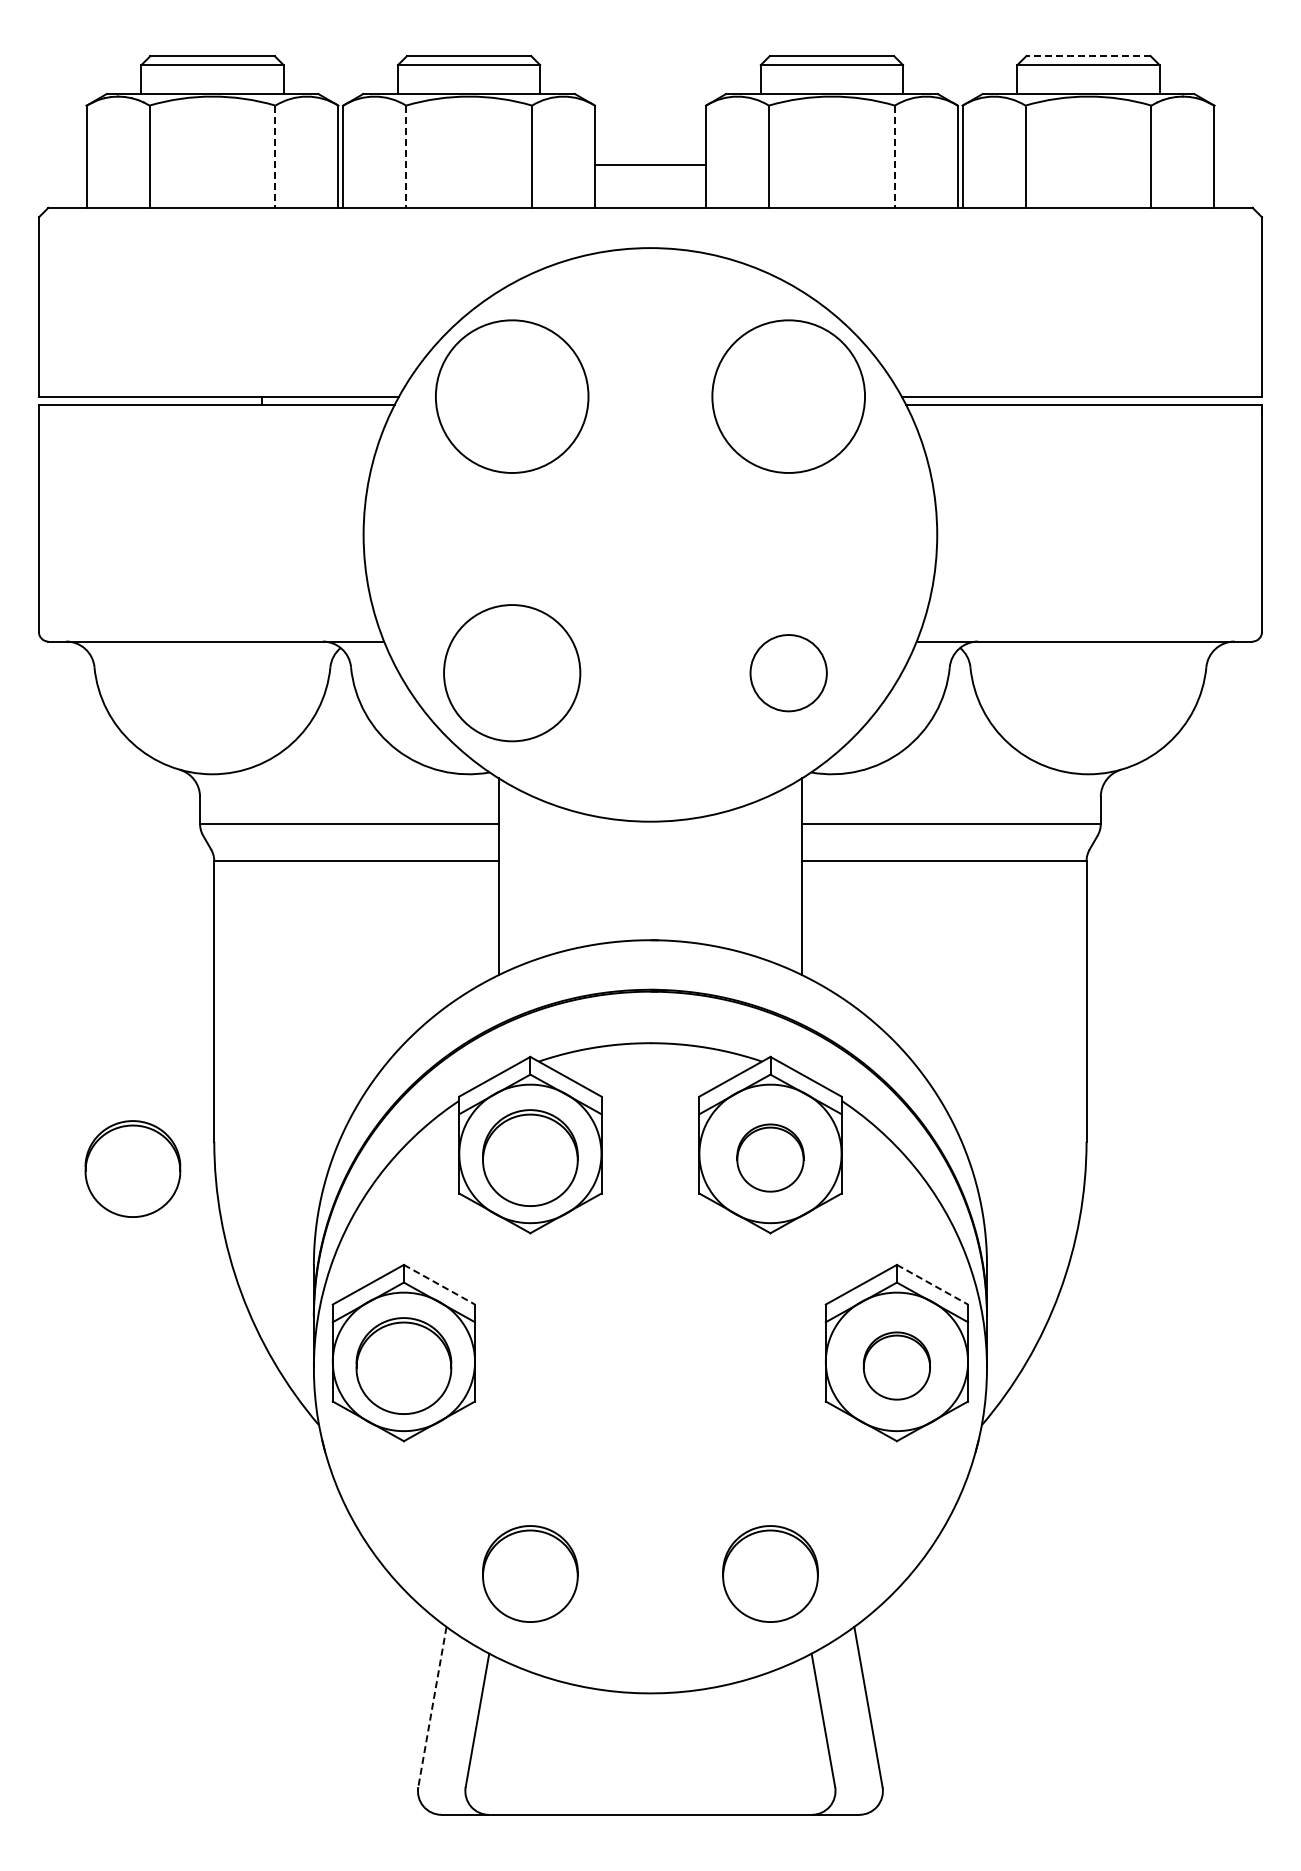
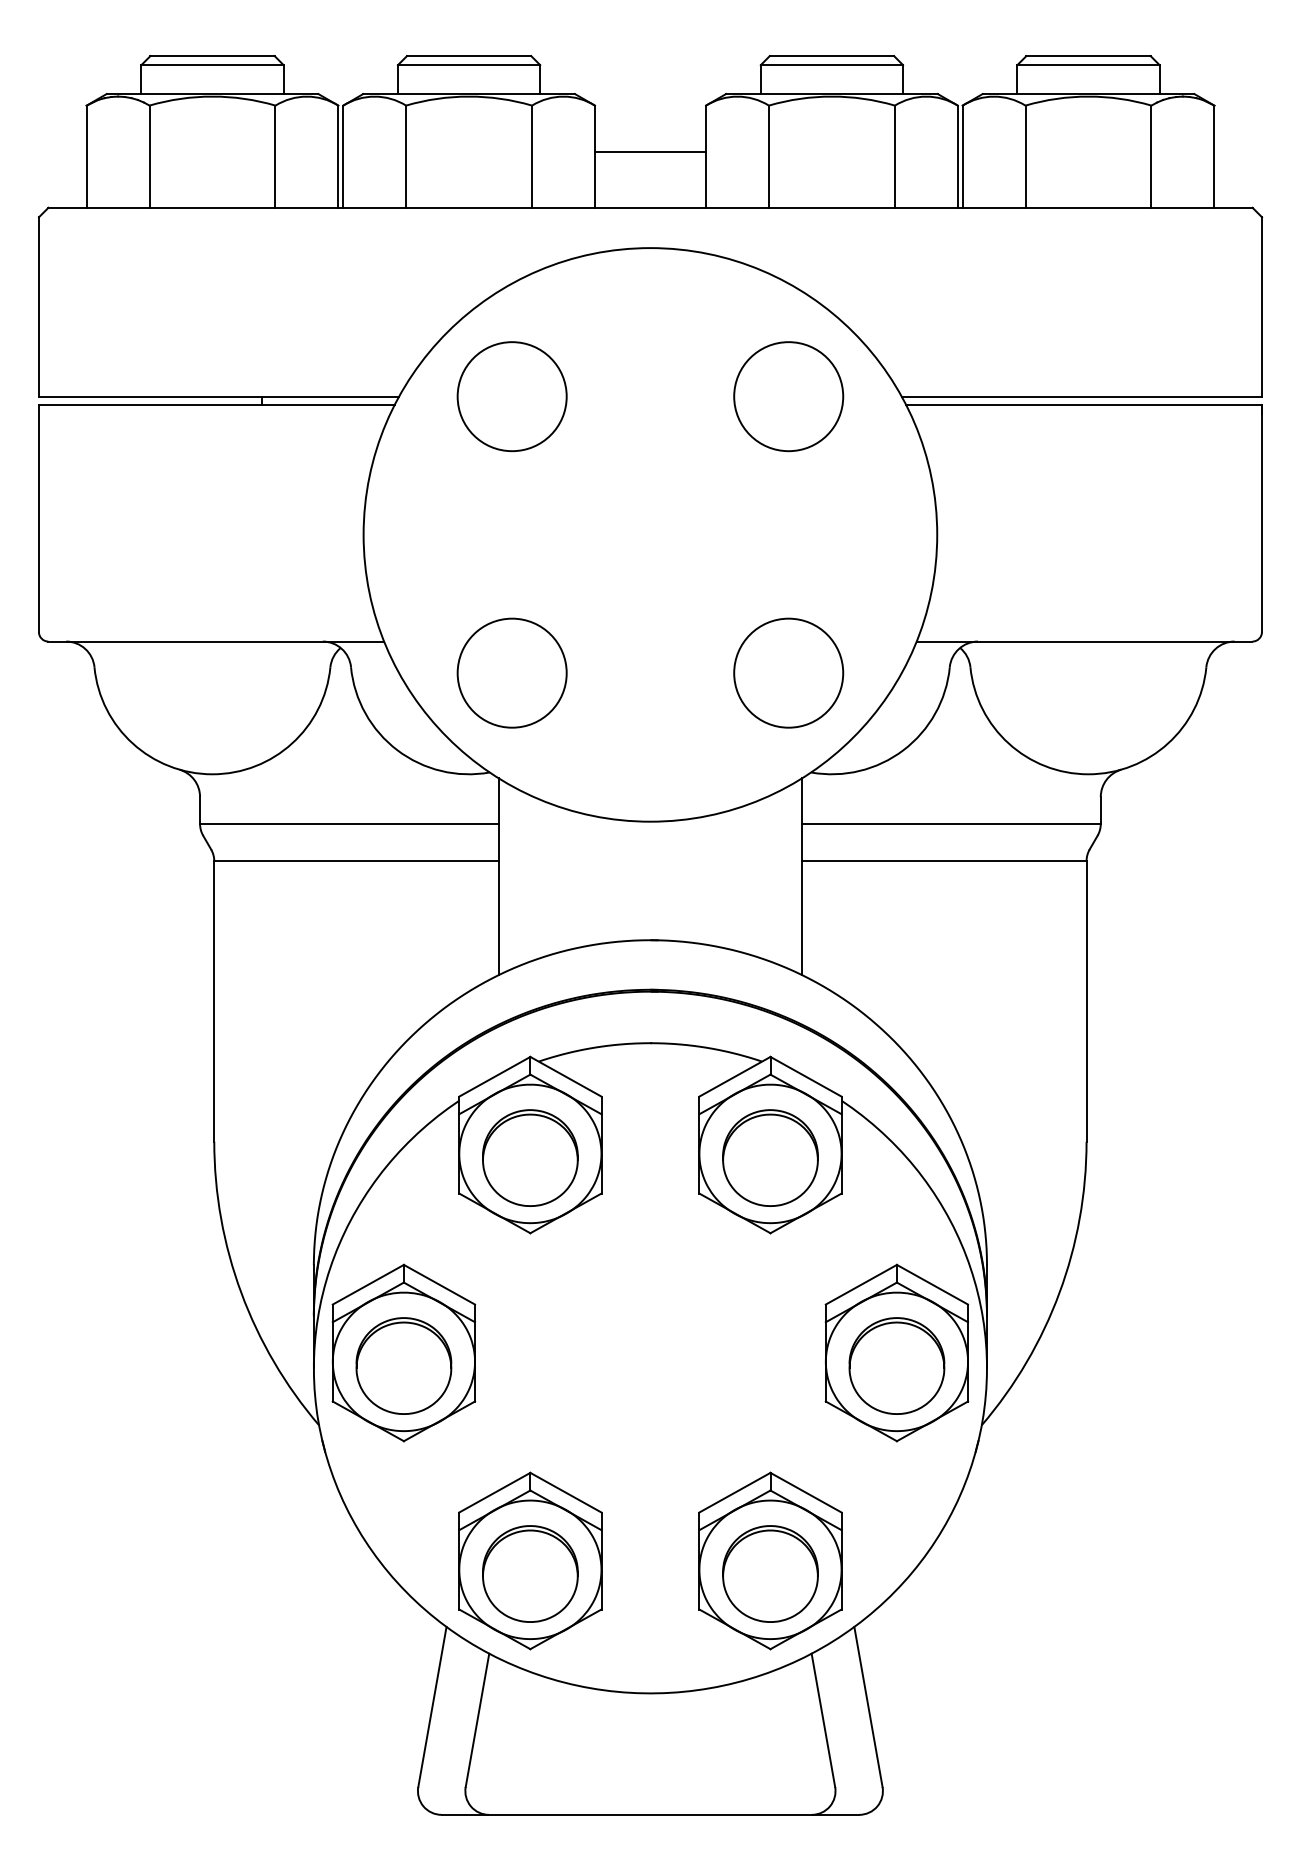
line at (1088, 56): dashed -> solid
line at (275, 157): dashed -> solid
line at (406, 157): dashed -> solid
line at (894, 157): dashed -> solid
line at (650, 164) position: (650, 164) -> (650, 151)
circle at (511, 396) diameter: 153 px -> 109 px
circle at (788, 396) diameter: 153 px -> 109 px
circle at (512, 673) diameter: 136 px -> 109 px
circle at (788, 673) diameter: 76 px -> 109 px
part at (770, 1157) size: 69x70 px -> 97x98 px
part at (132, 1168): present -> none
line at (439, 1284): dashed -> solid
line at (932, 1284): dashed -> solid
part at (896, 1365) size: 69x70 px -> 98x98 px
part at (530, 1560): none -> present
part at (770, 1560): none -> present
line at (432, 1707): dashed -> solid
